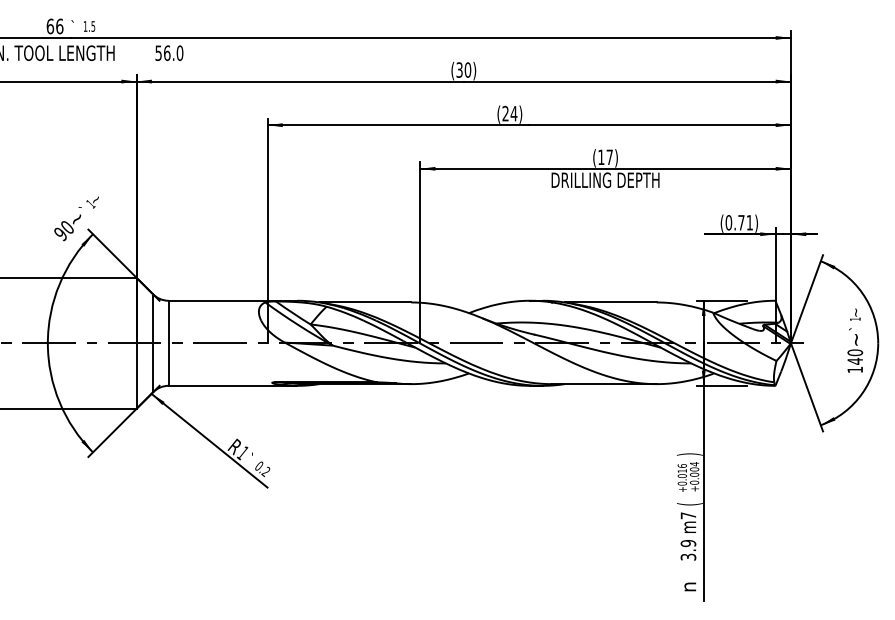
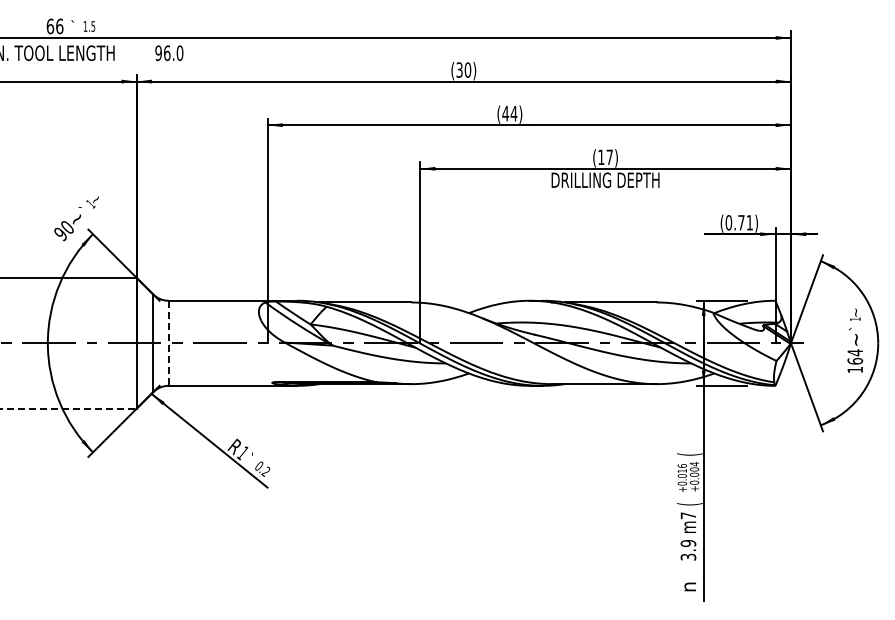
text at (158, 52): 56.0 -> 96.0
text at (505, 113): (24) -> (44)
line at (168, 343): solid -> dashed
text at (855, 356): 140 -> 164
line at (68, 408): solid -> dashed
text at (689, 454): ) -> (
